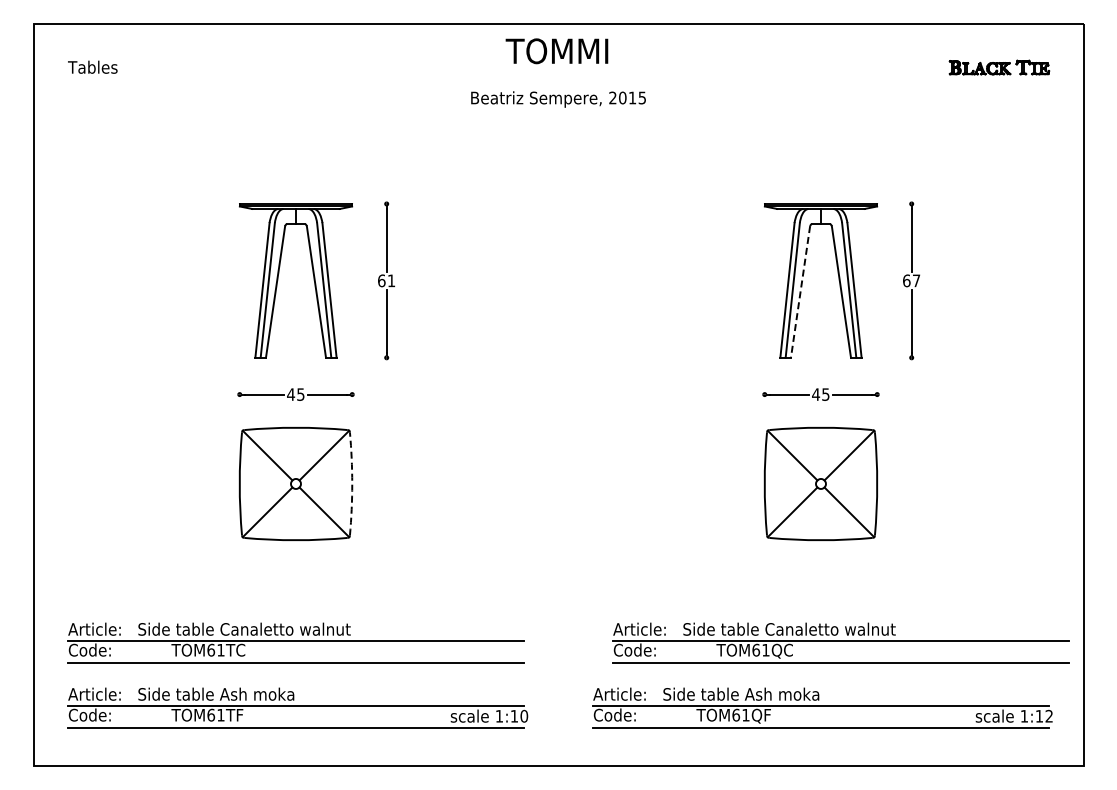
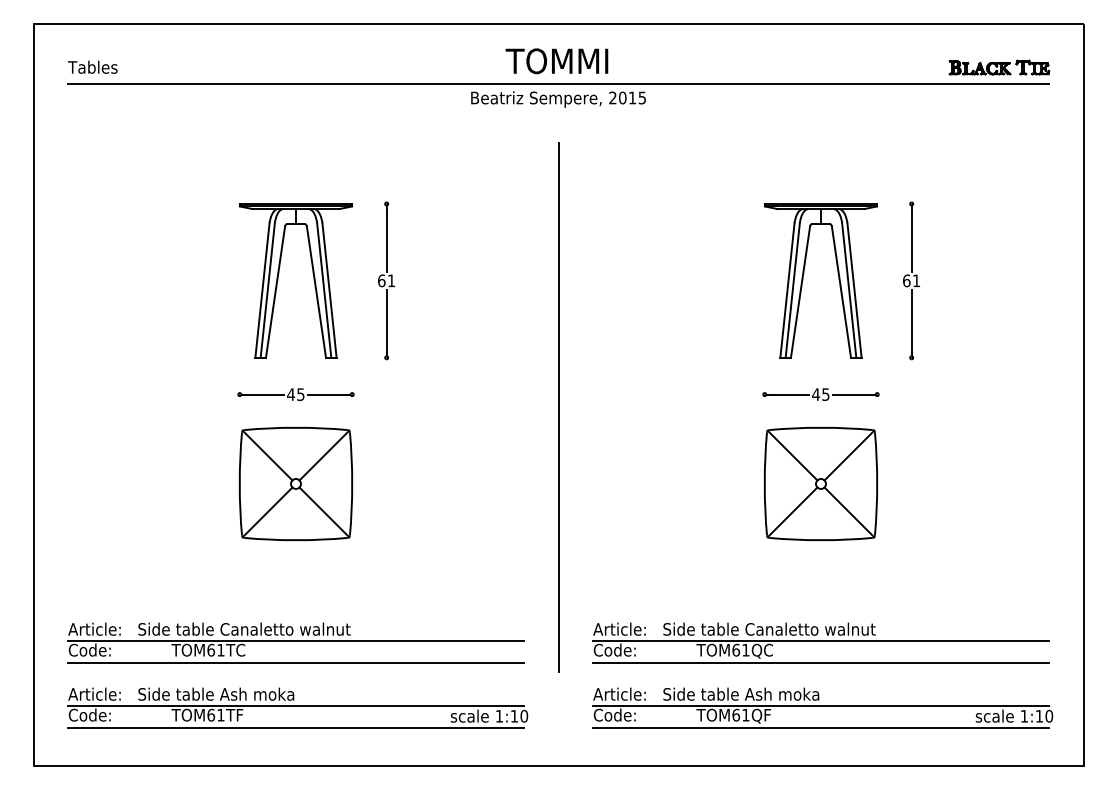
text at (556, 51) position: (556, 51) -> (556, 61)
line at (558, 83): none -> present
text at (916, 280): 67 -> 61
line at (800, 291): dashed -> solid
line at (558, 407): none -> present
arc at (352, 483): dashed -> solid
part at (840, 642) position: (840, 642) -> (820, 642)
text at (1049, 716): 1:12 -> 1:10
